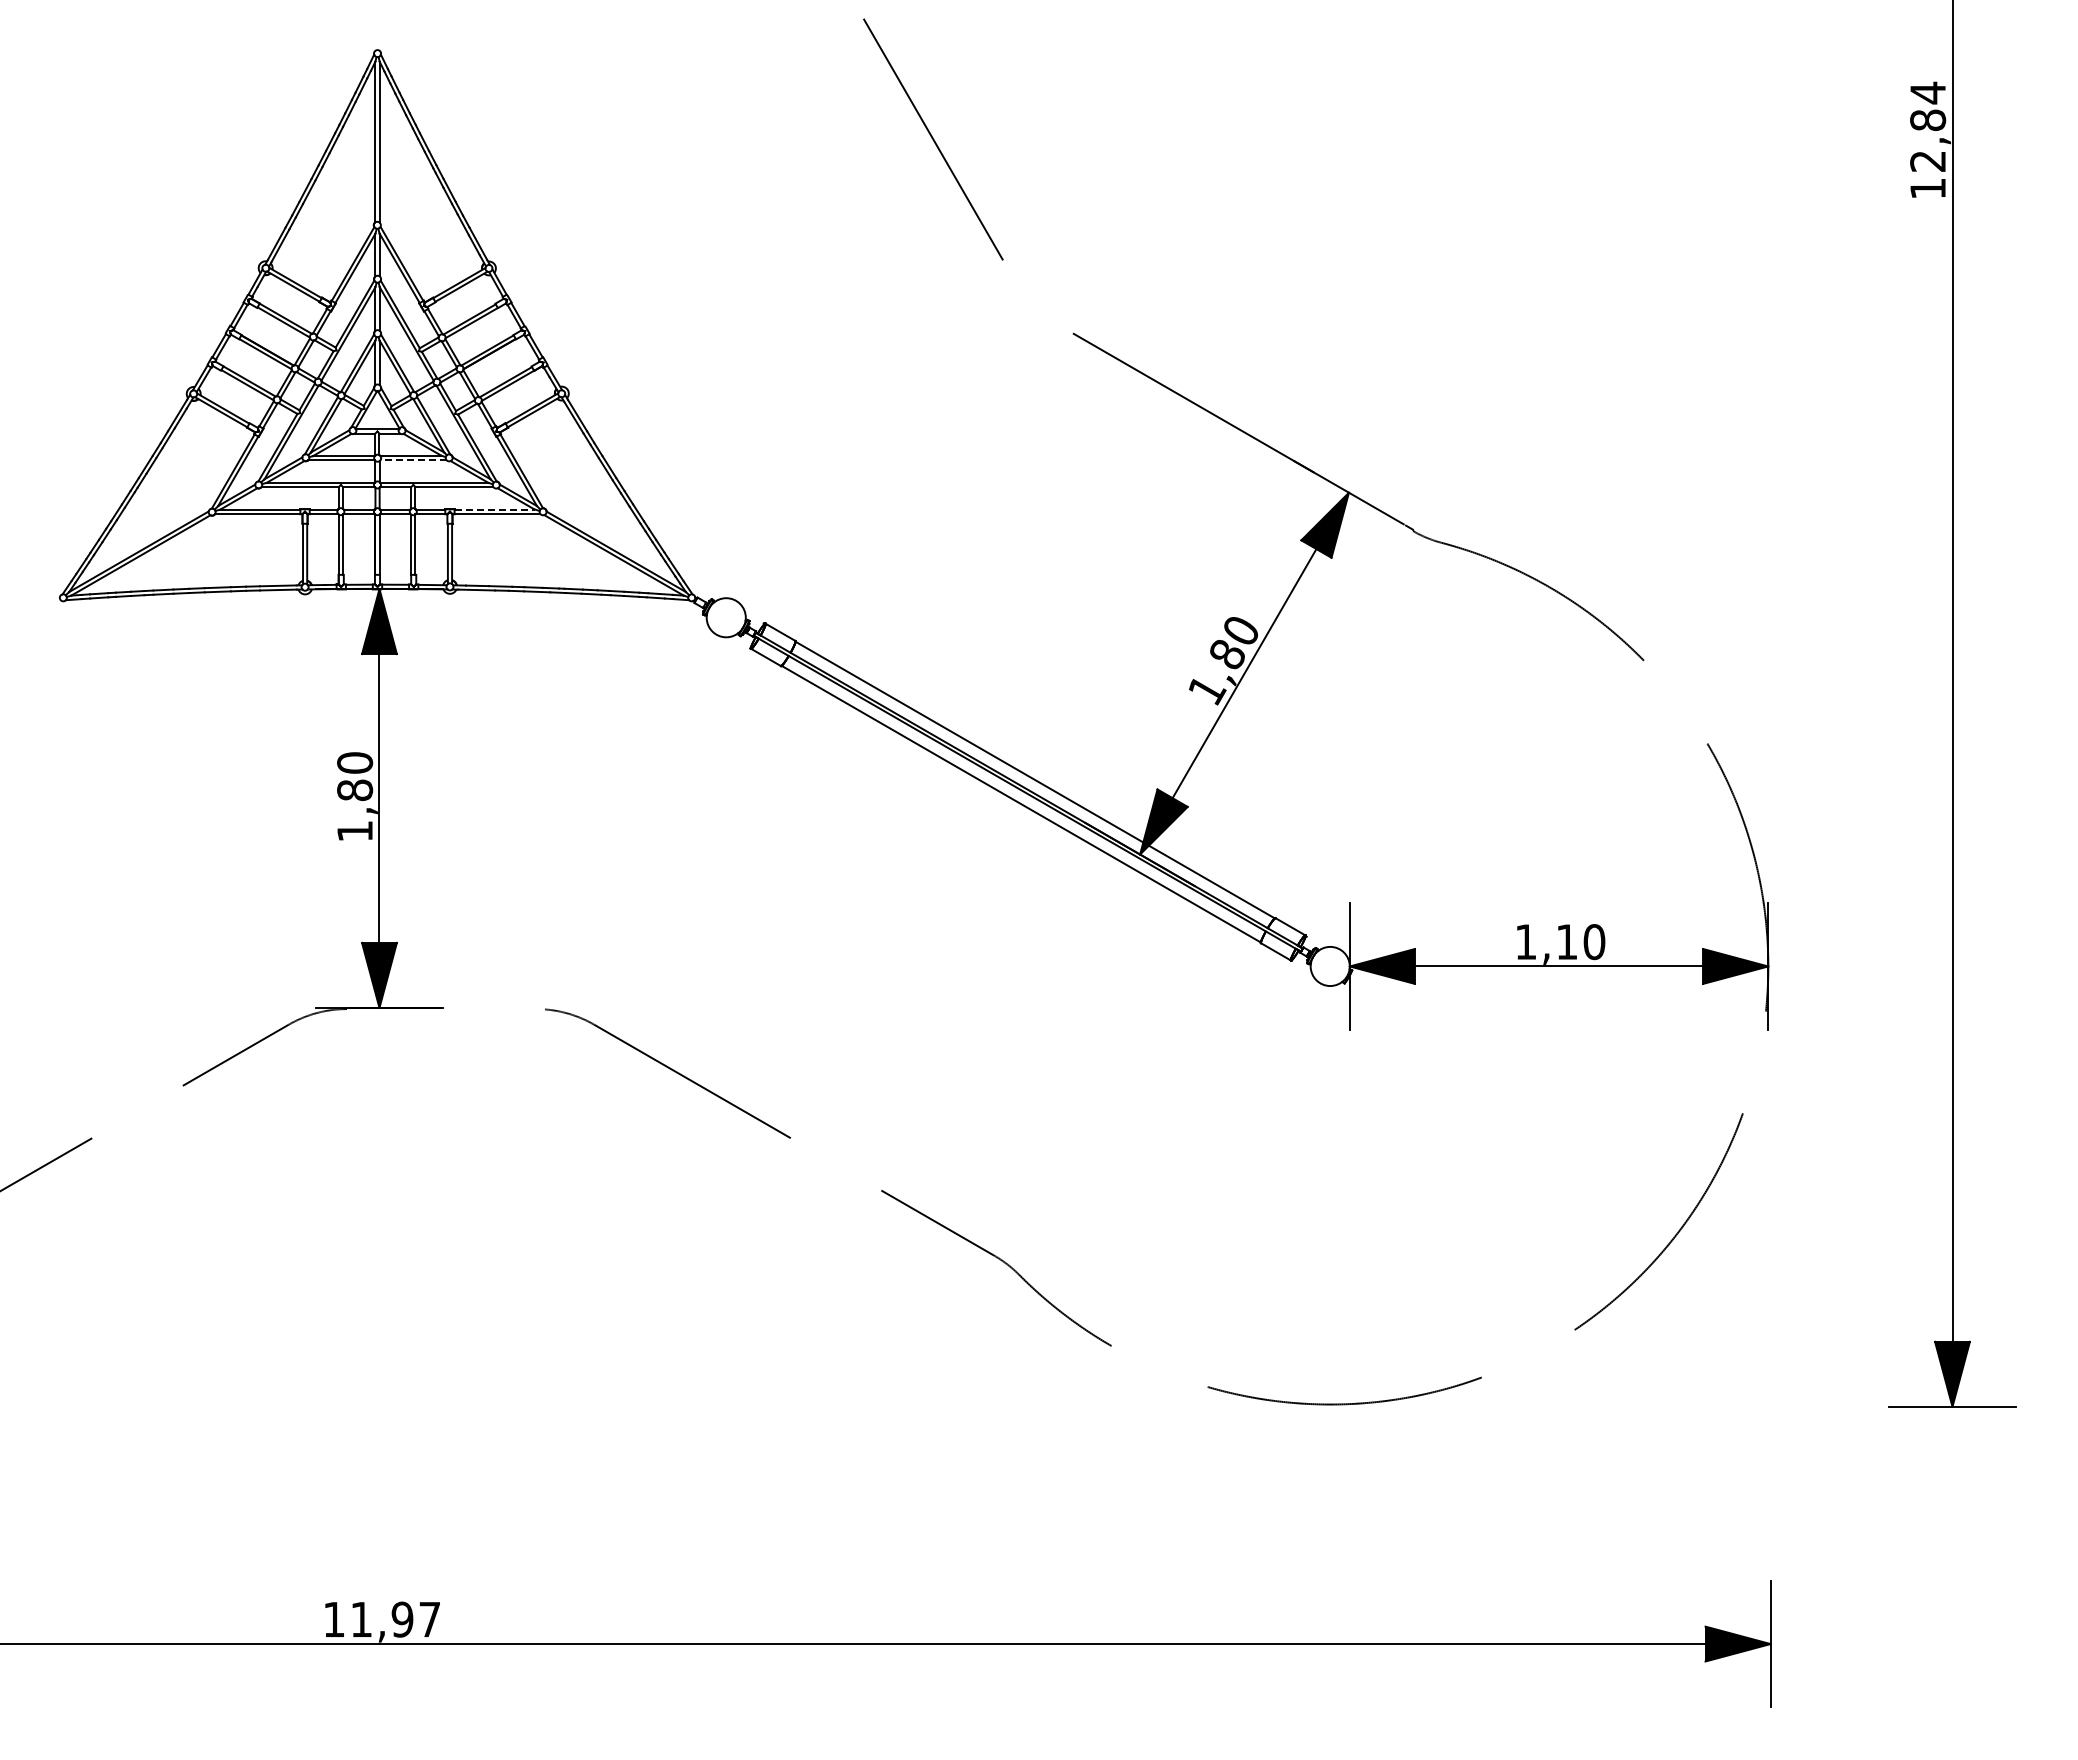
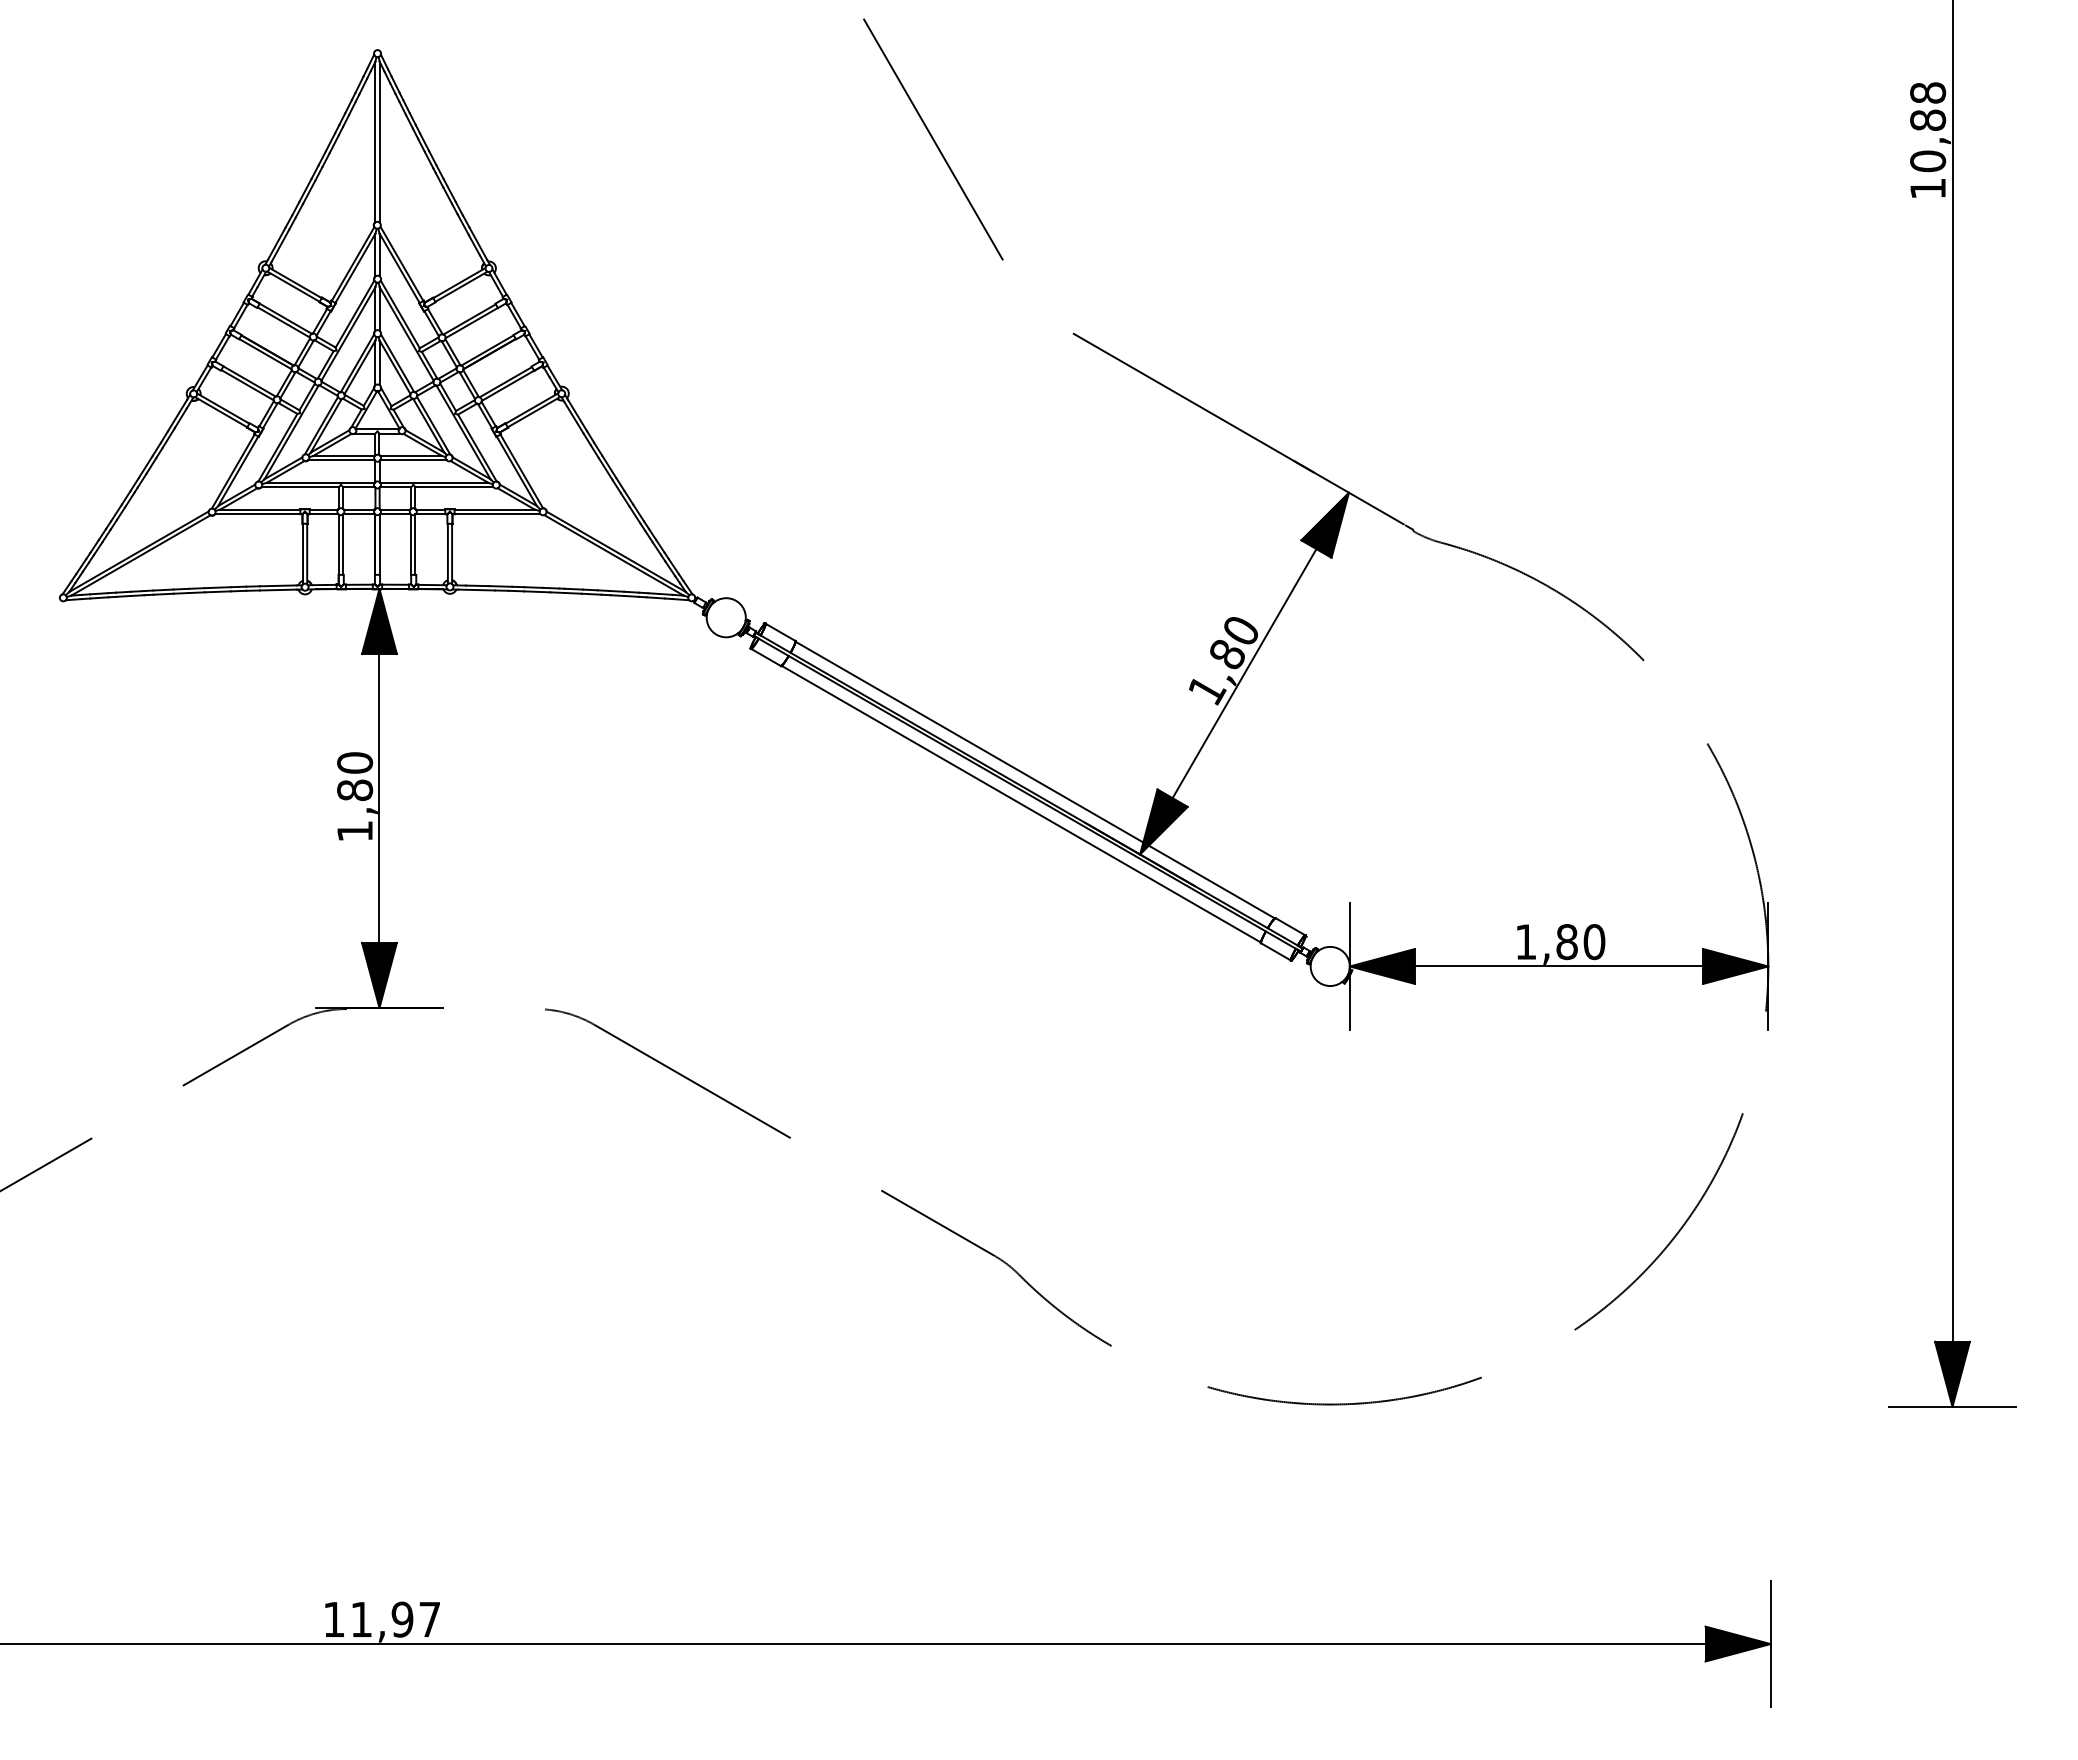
text at (1928, 126): 12,84 -> 10,88
line at (413, 460): dashed -> solid
line at (495, 509): dashed -> solid
text at (1566, 942): 1,10 -> 1,80
